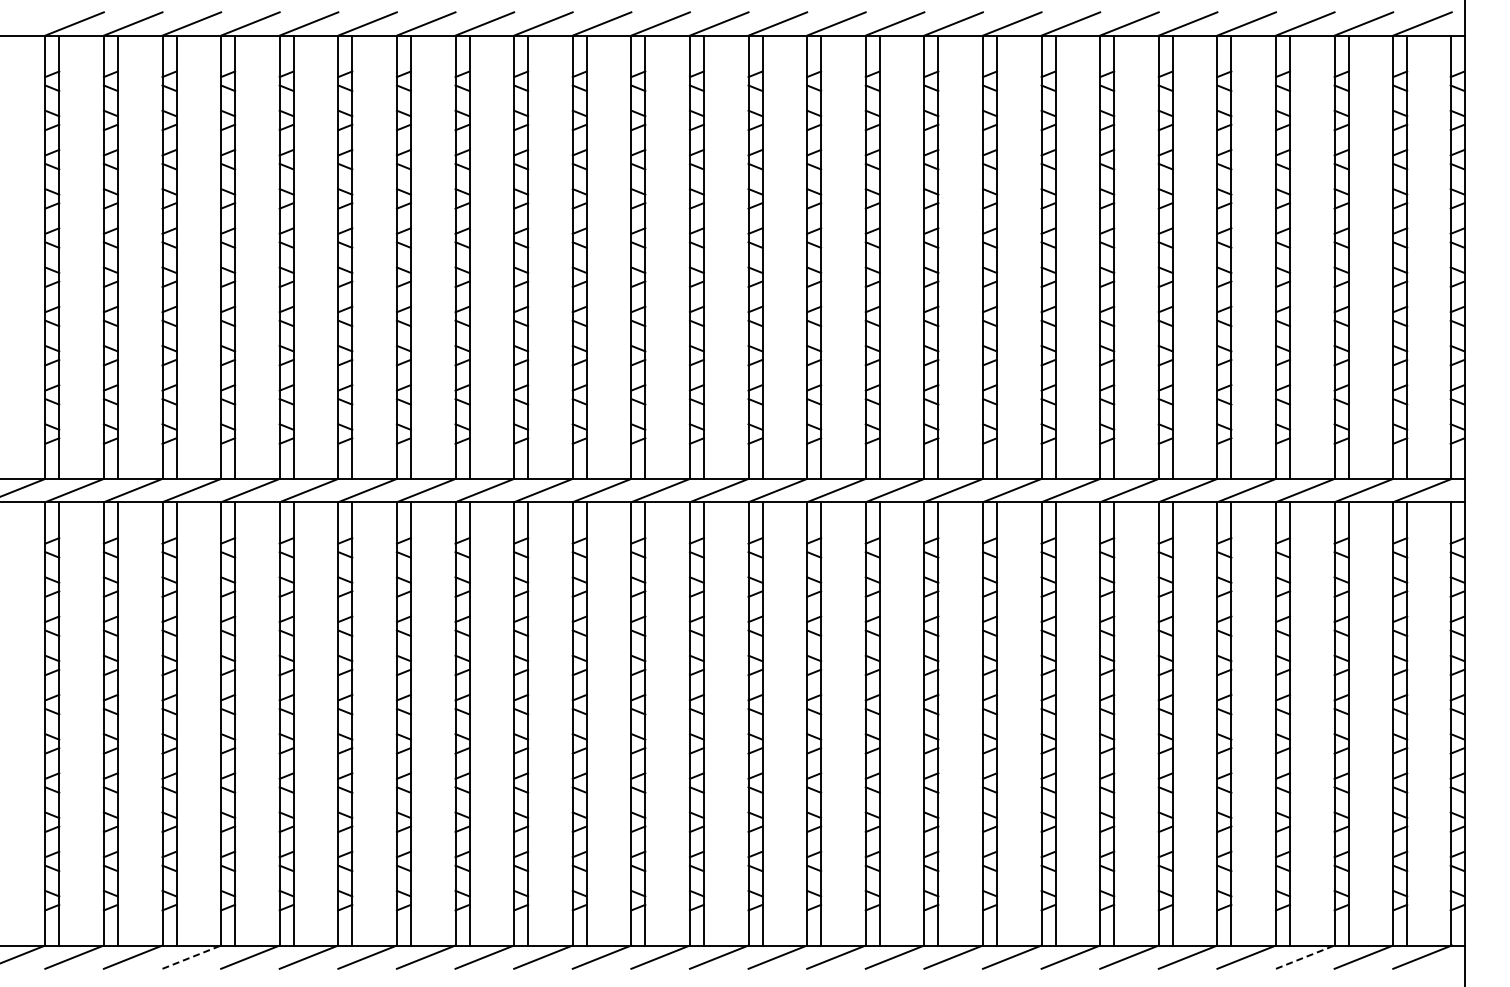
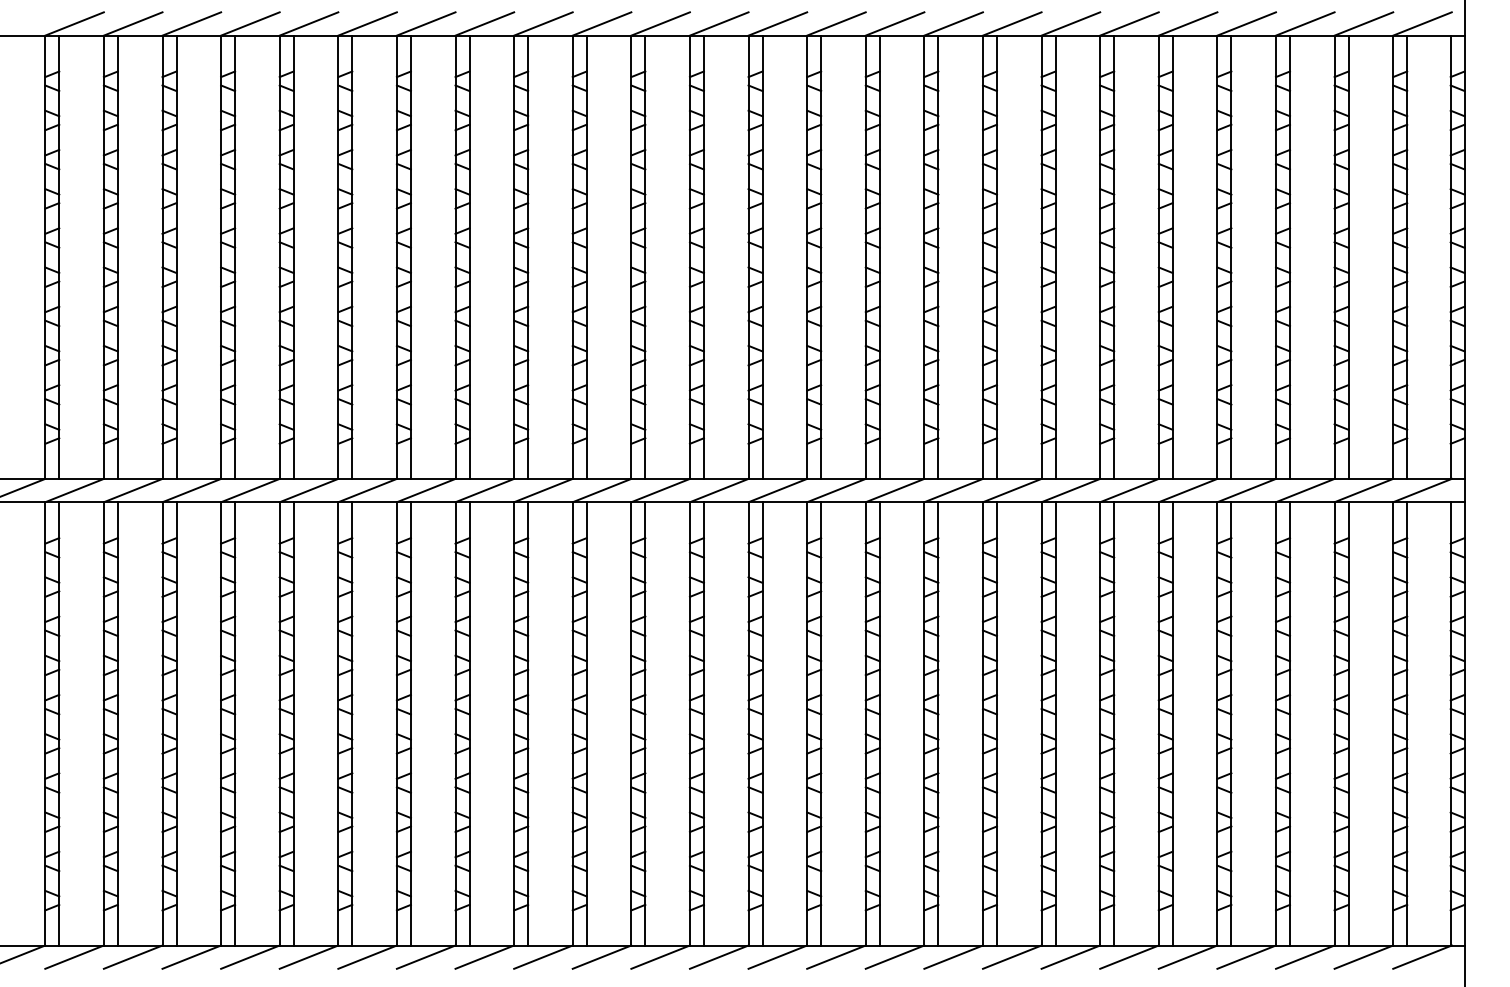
line at (191, 957): dashed -> solid
line at (1305, 957): dashed -> solid
